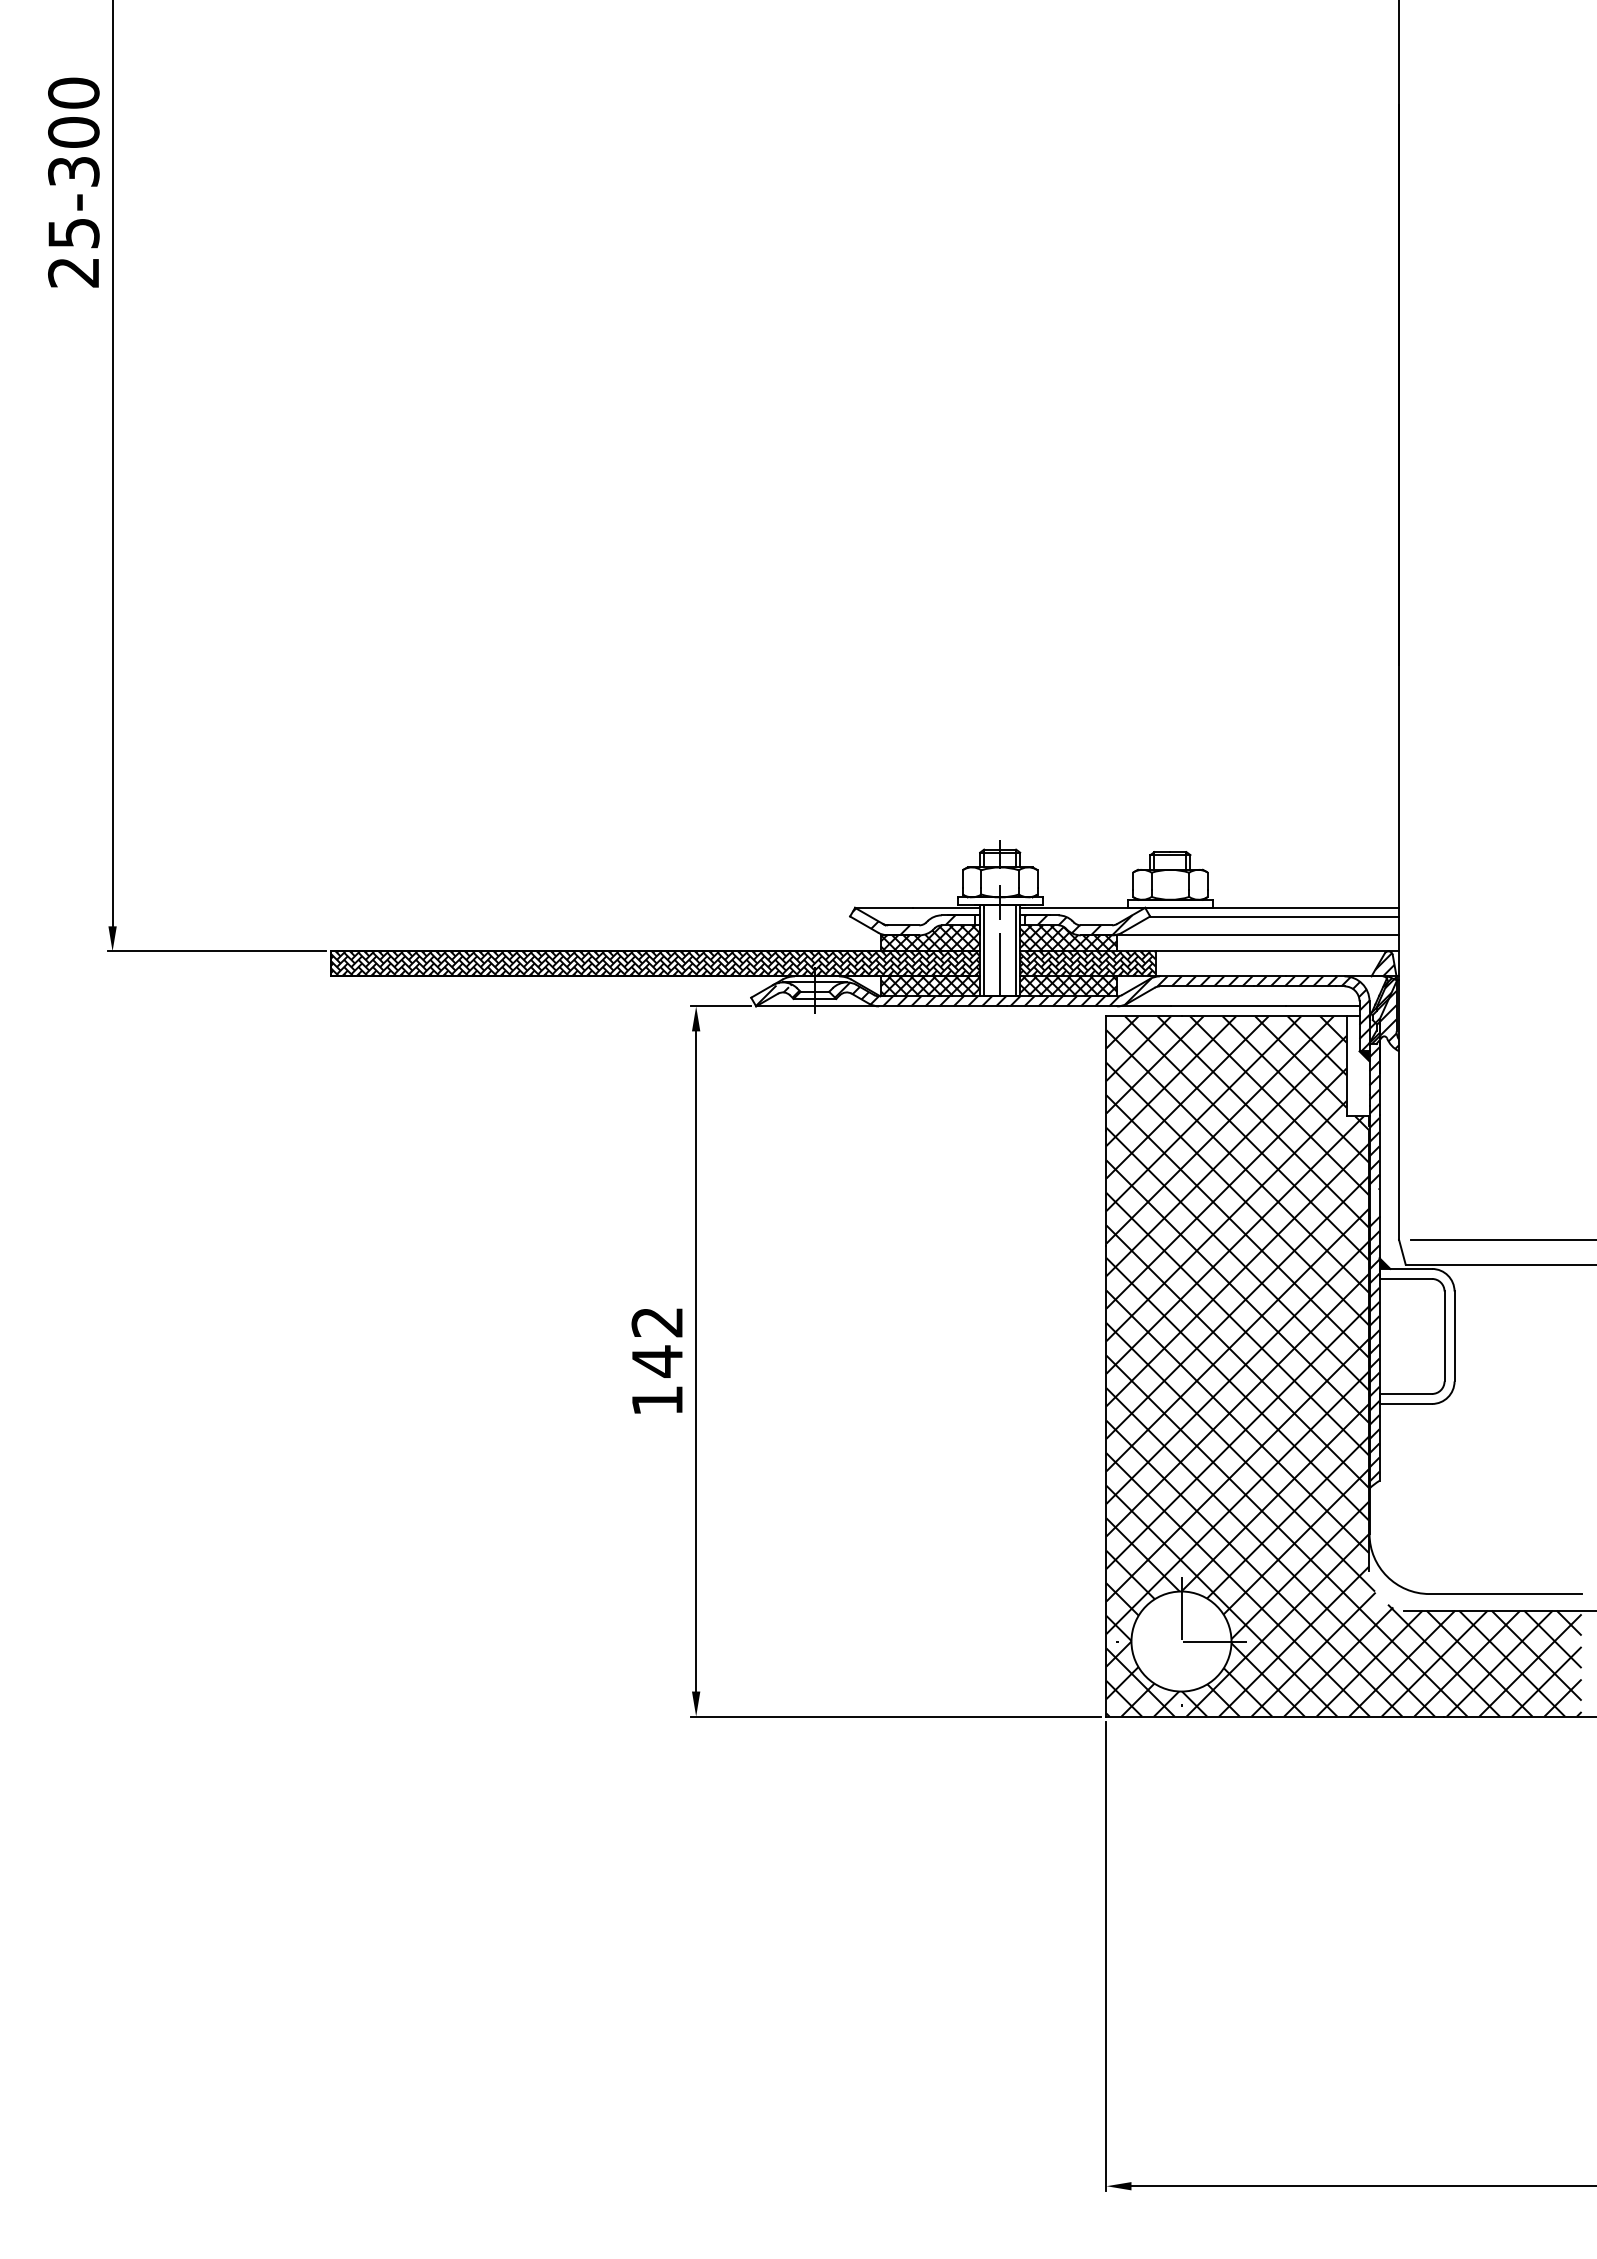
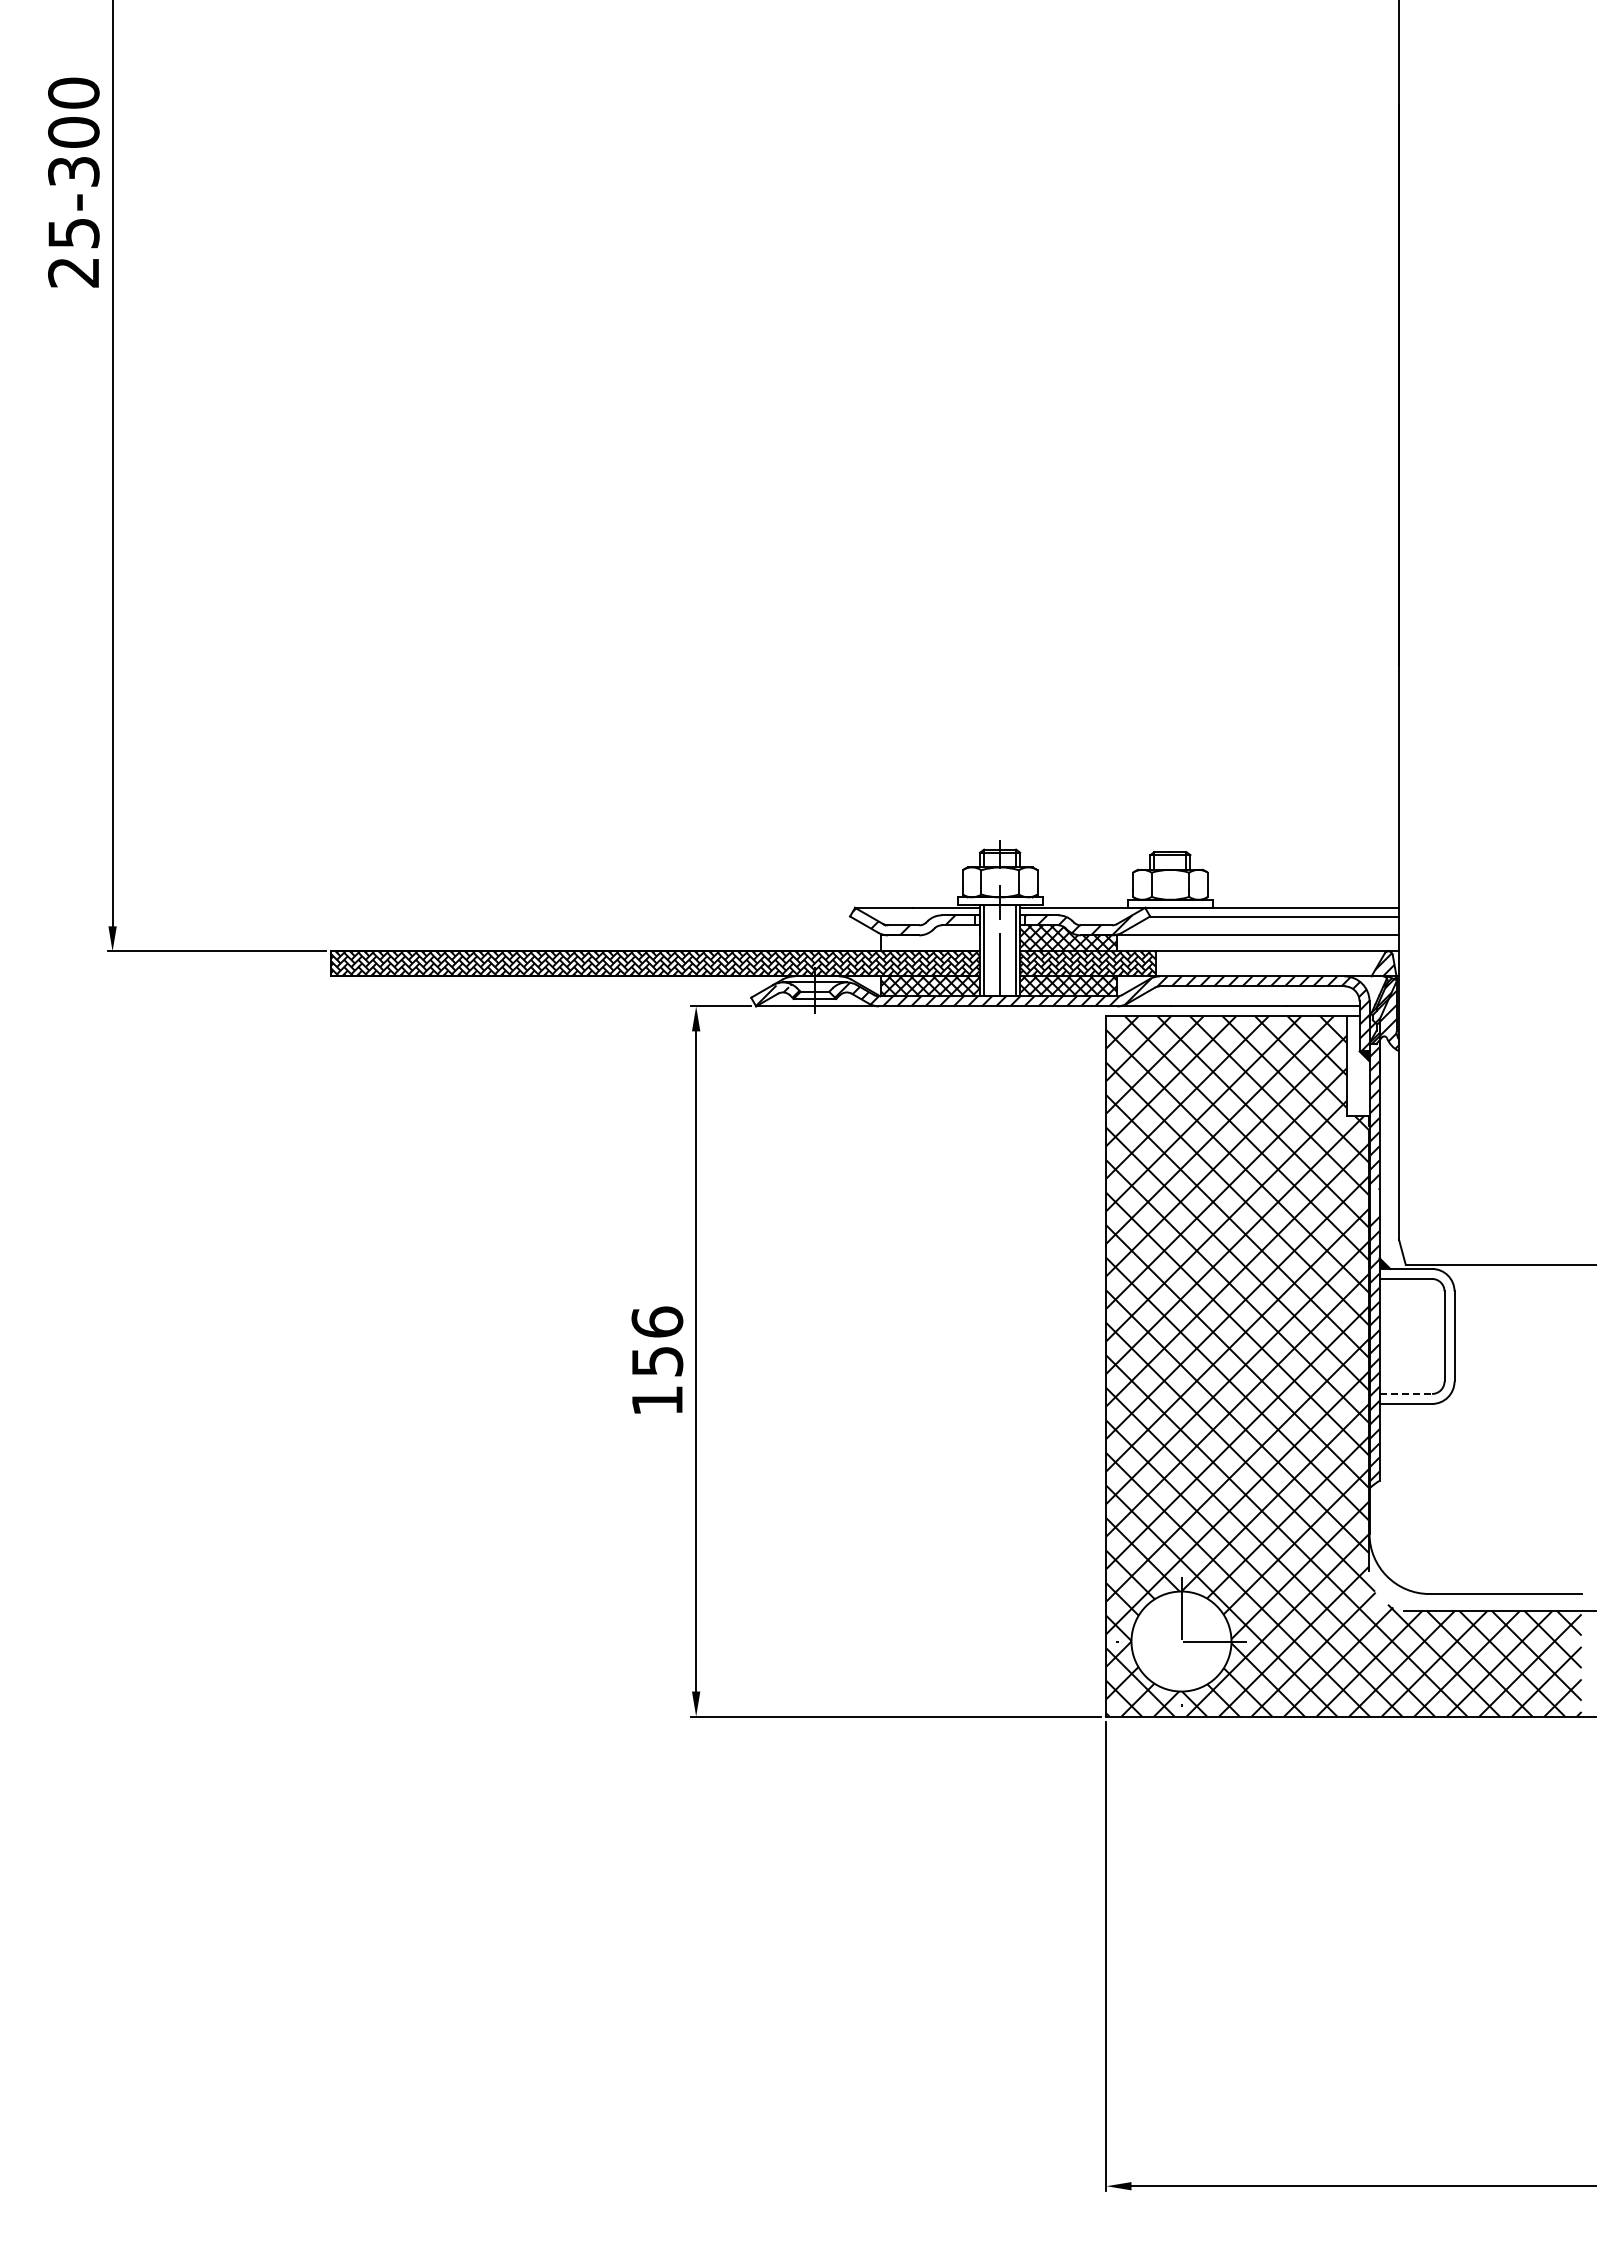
hatch at (929, 938): present -> none
line at (1501, 1239): present -> none
text at (657, 1341): 142 -> 156
line at (1406, 1393): solid -> dashed
